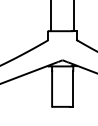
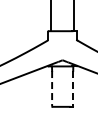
line at (52, 88): solid -> dashed
line at (73, 88): solid -> dashed
